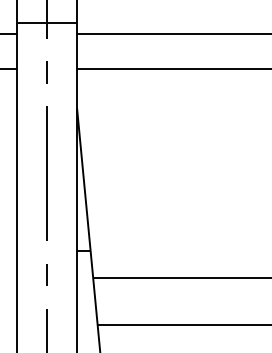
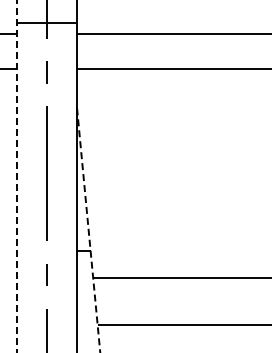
line at (16, 176): solid -> dashed
line at (88, 230): solid -> dashed
